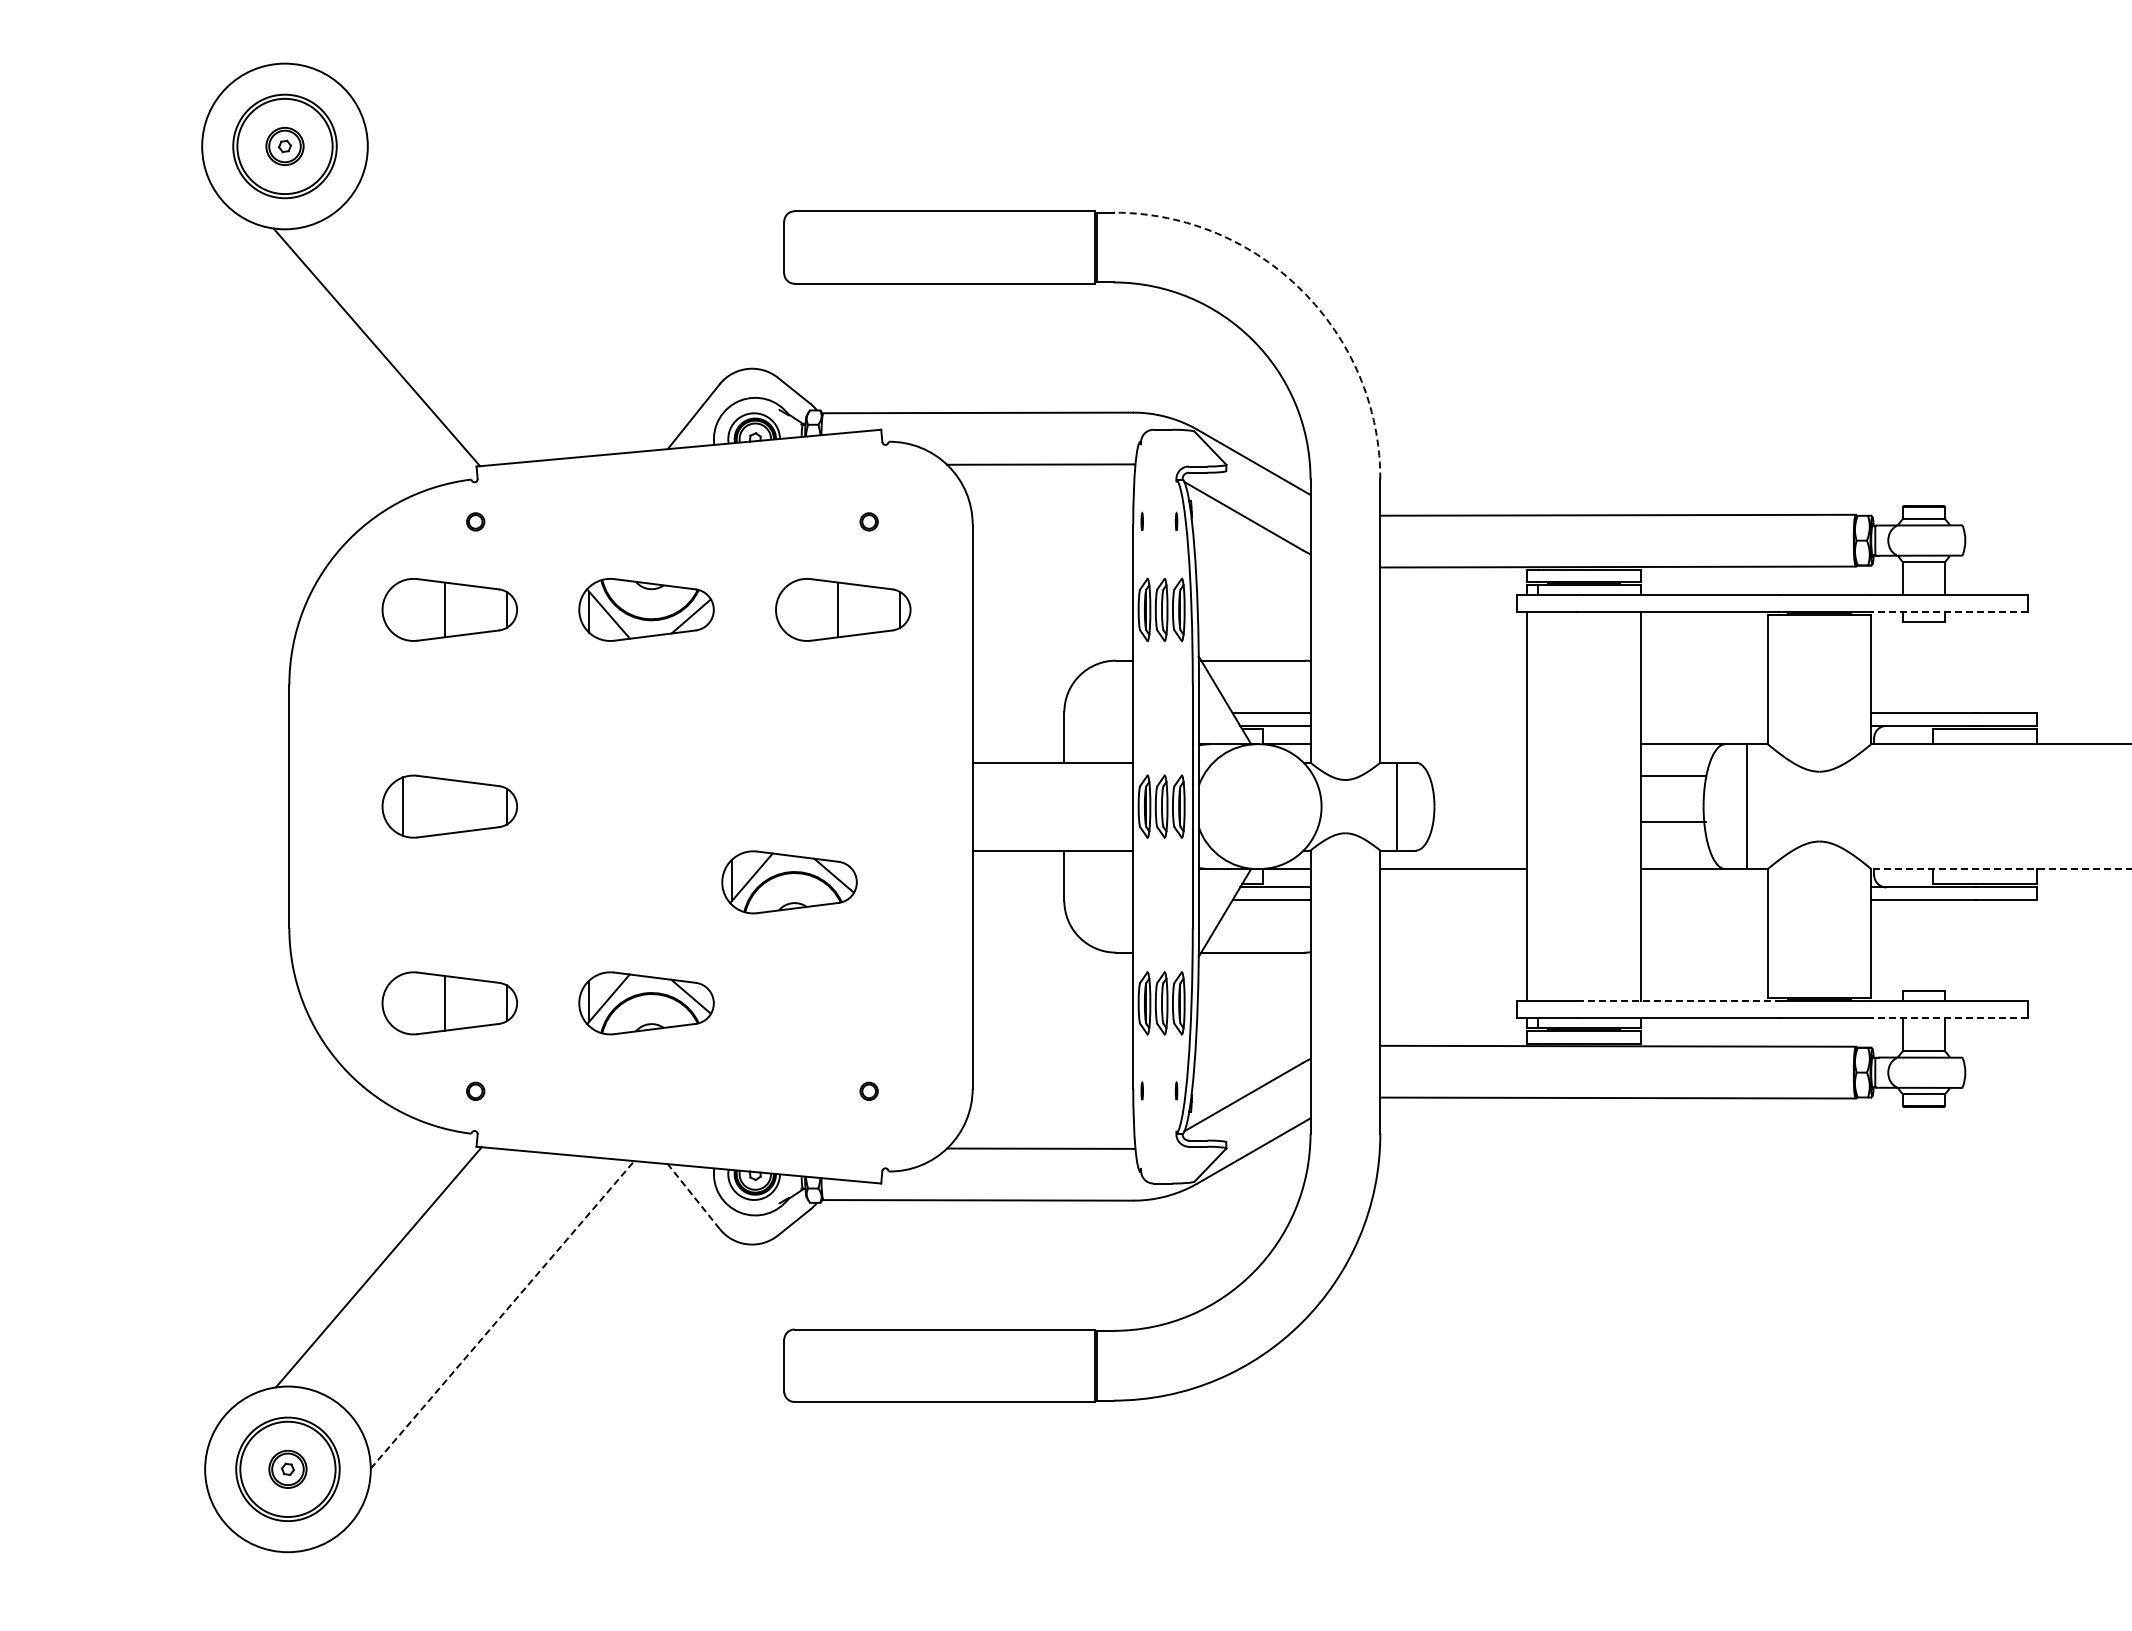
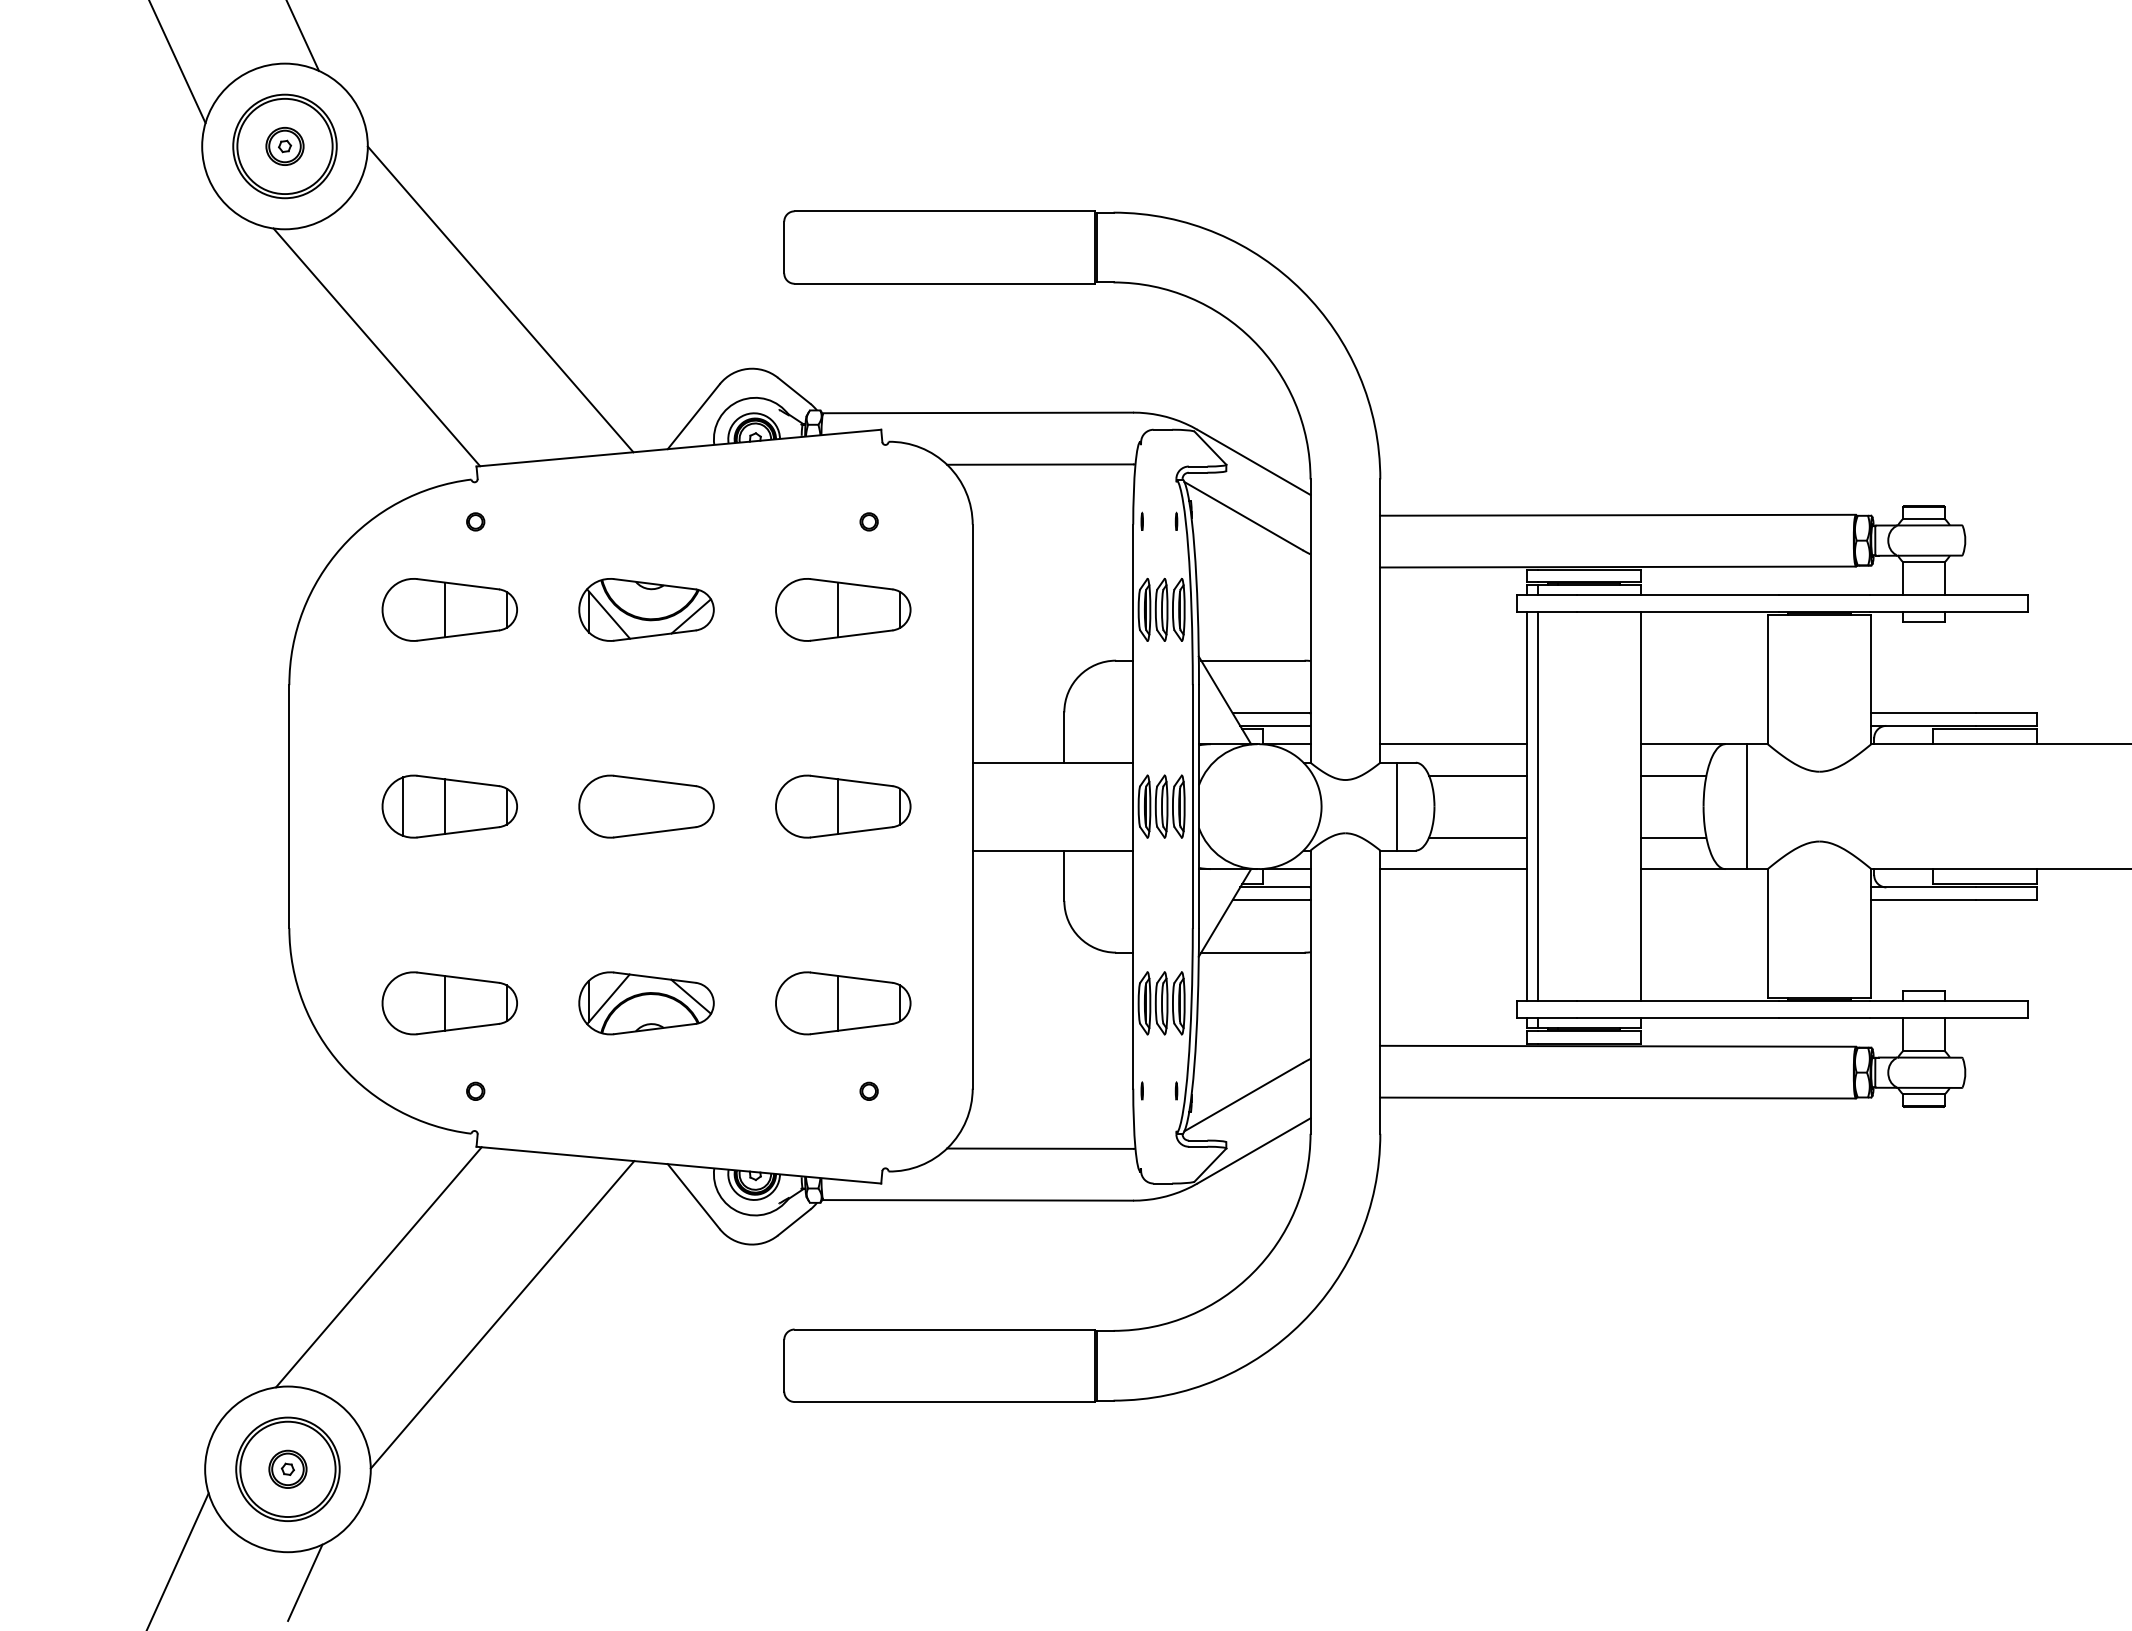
line at (303, 36): none -> present
line at (177, 62): none -> present
arc at (1302, 290): dashed -> solid
line at (500, 299): none -> present
line at (1948, 612): dashed -> solid
line at (1453, 744): none -> present
line at (1477, 775): none -> present
line at (444, 806): none -> present
part at (646, 806): none -> present
part at (843, 806): none -> present
line at (1537, 806): none -> present
line at (1673, 821) position: (1673, 821) -> (1673, 837)
line at (1477, 837): none -> present
line at (2001, 869): dashed -> solid
part at (789, 882): present -> none
line at (1677, 1001): dashed -> solid
part at (843, 1003): none -> present
line at (1948, 1017): dashed -> solid
line at (693, 1196): dashed -> solid
line at (502, 1314): dashed -> solid
line at (178, 1560): none -> present
line at (305, 1582): none -> present
